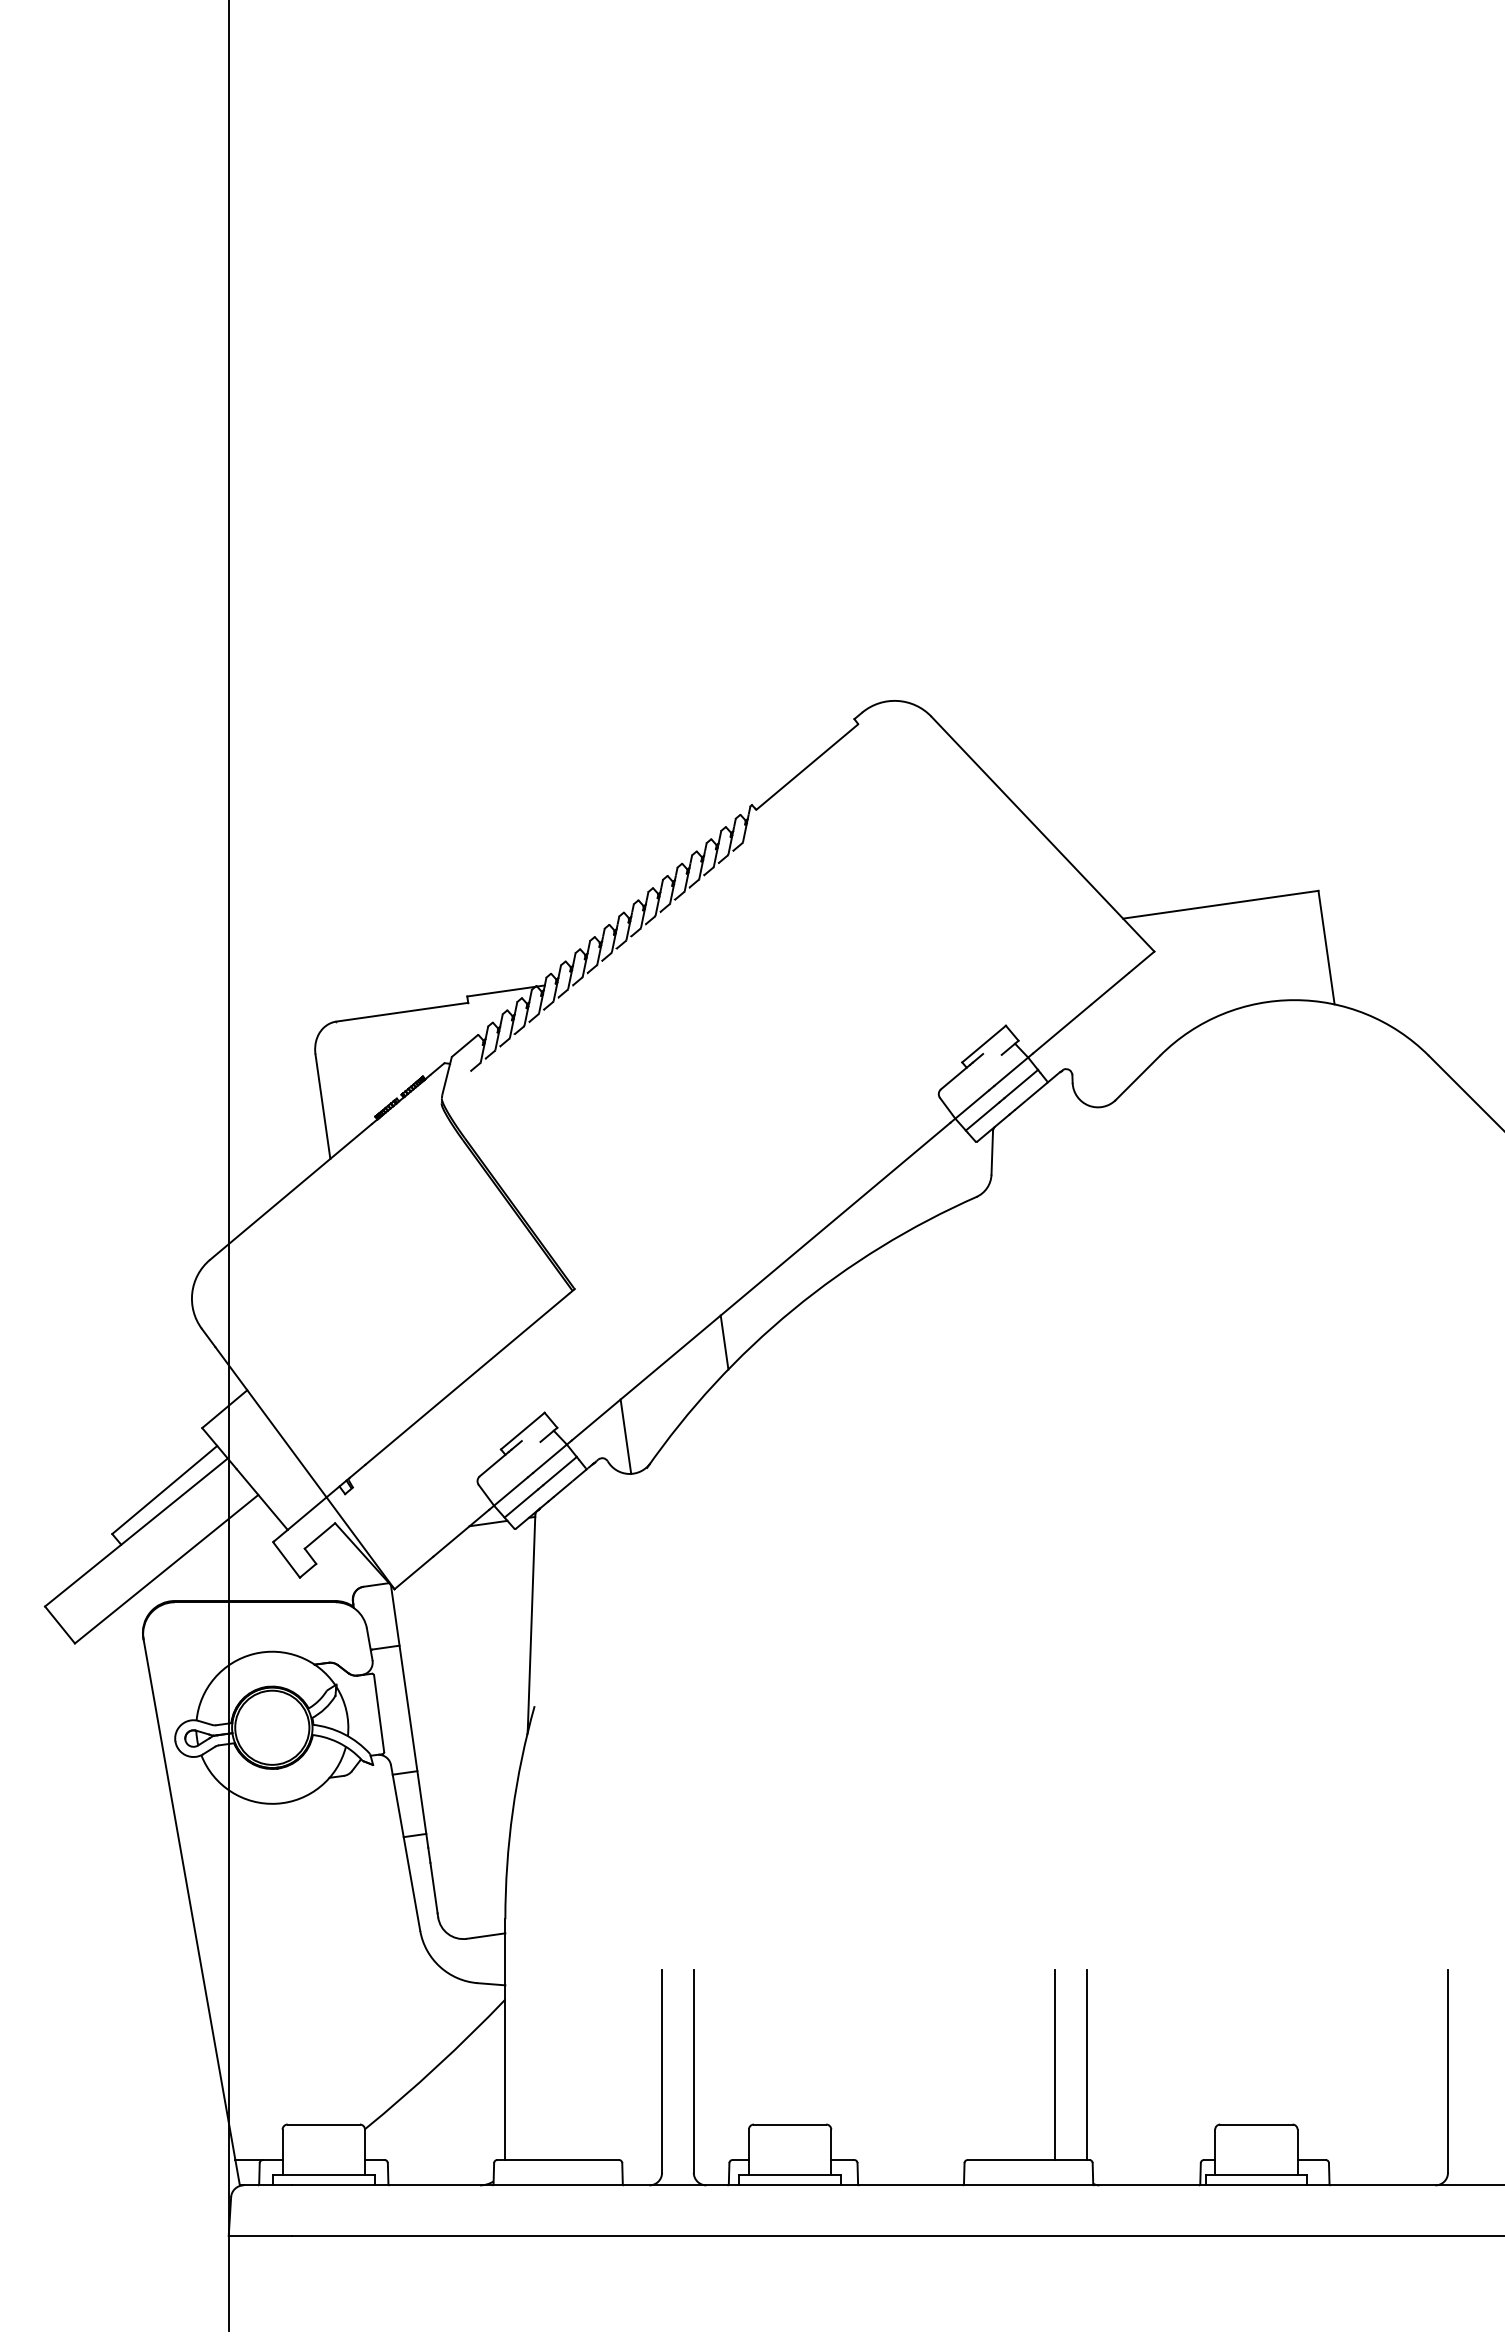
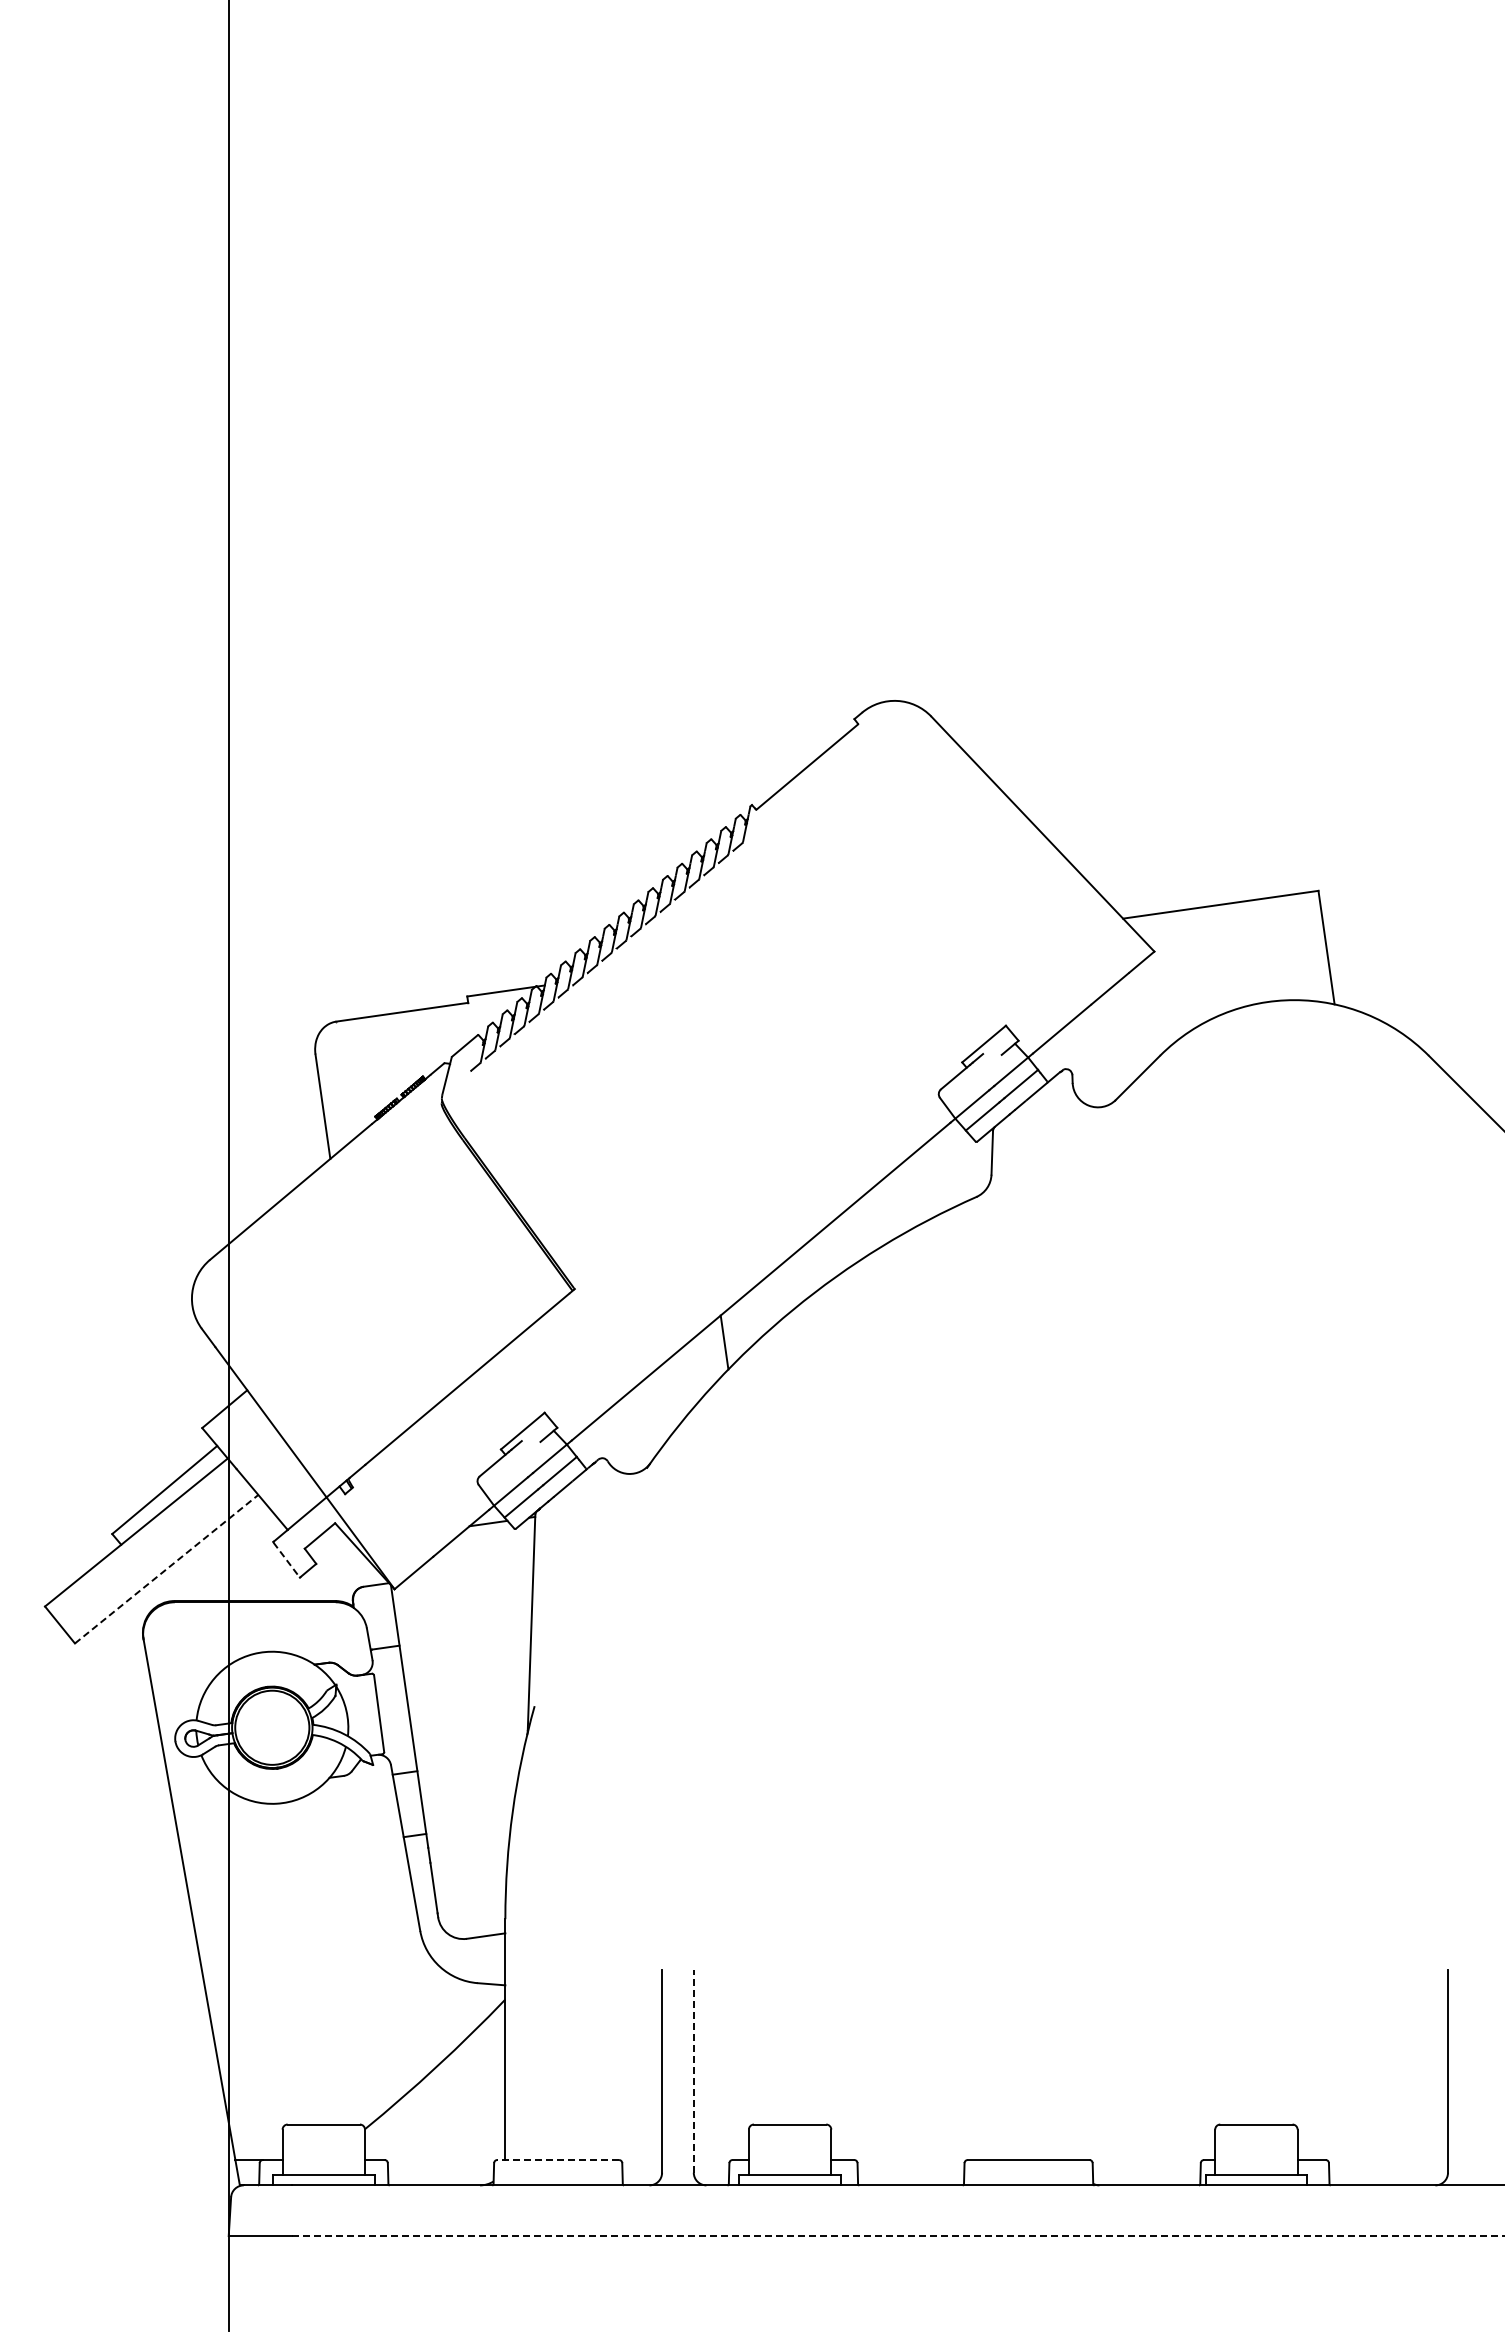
line at (625, 1436): present -> none
line at (286, 1560): solid -> dashed
line at (166, 1569): solid -> dashed
line at (1055, 2064): present -> none
line at (1086, 2064): present -> none
line at (693, 2071): solid -> dashed
line at (558, 2160): solid -> dashed
line at (898, 2236): solid -> dashed
